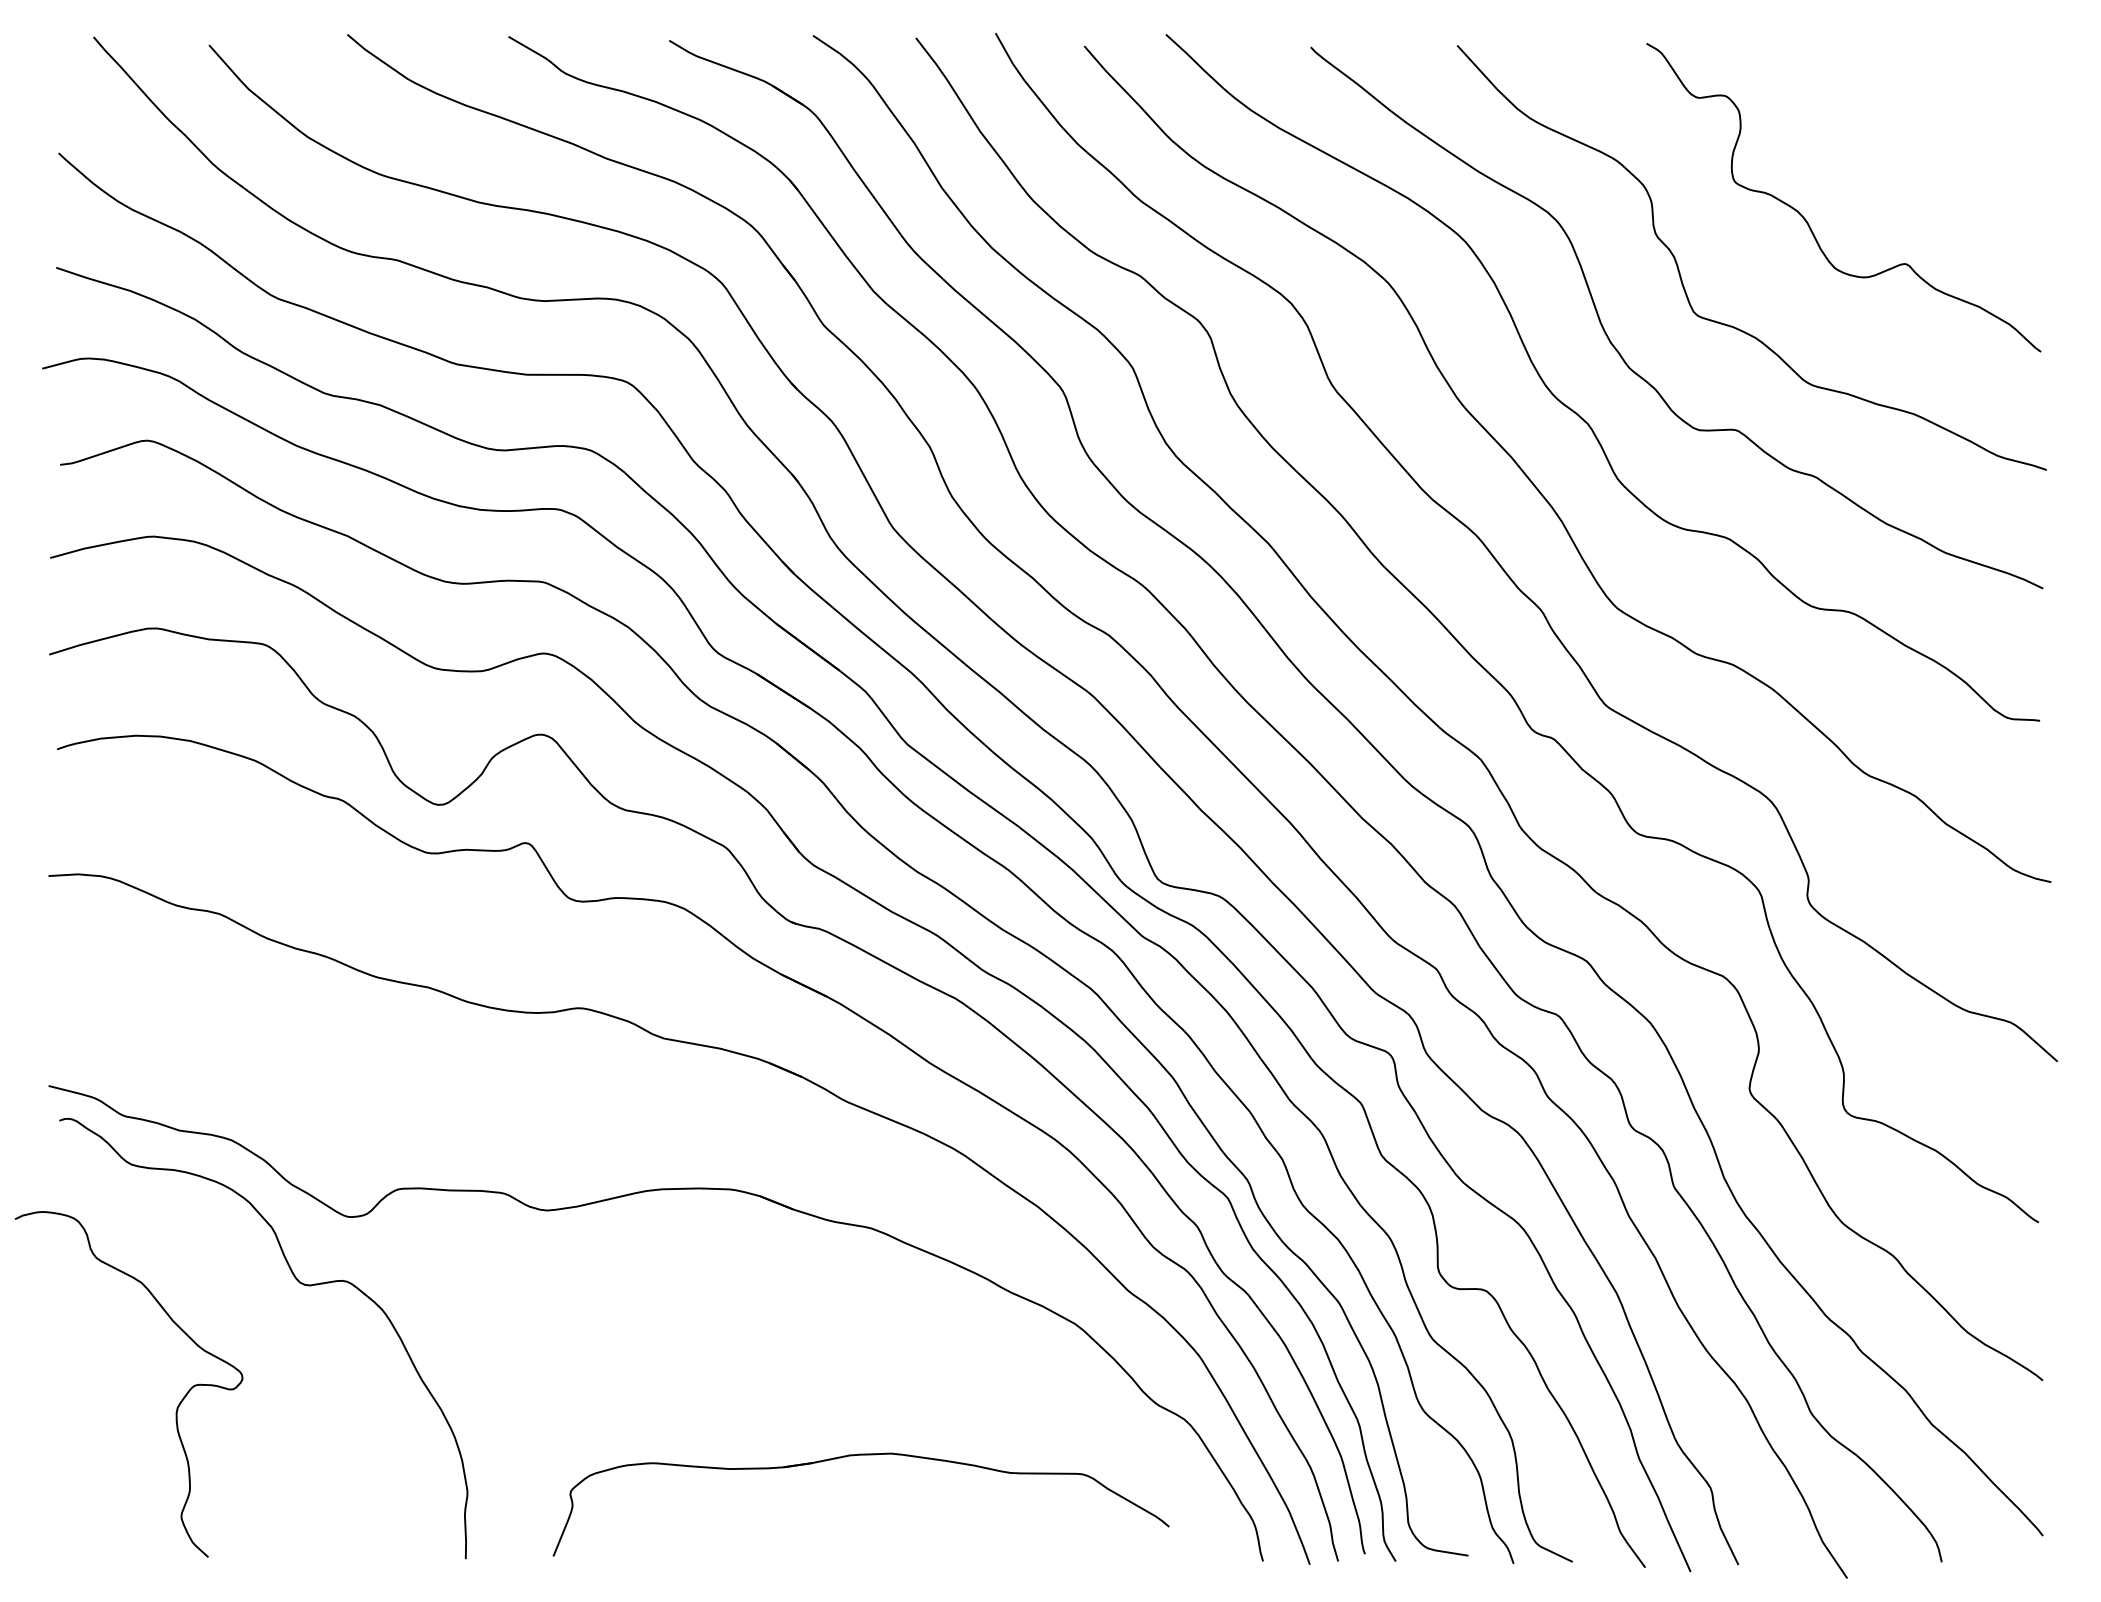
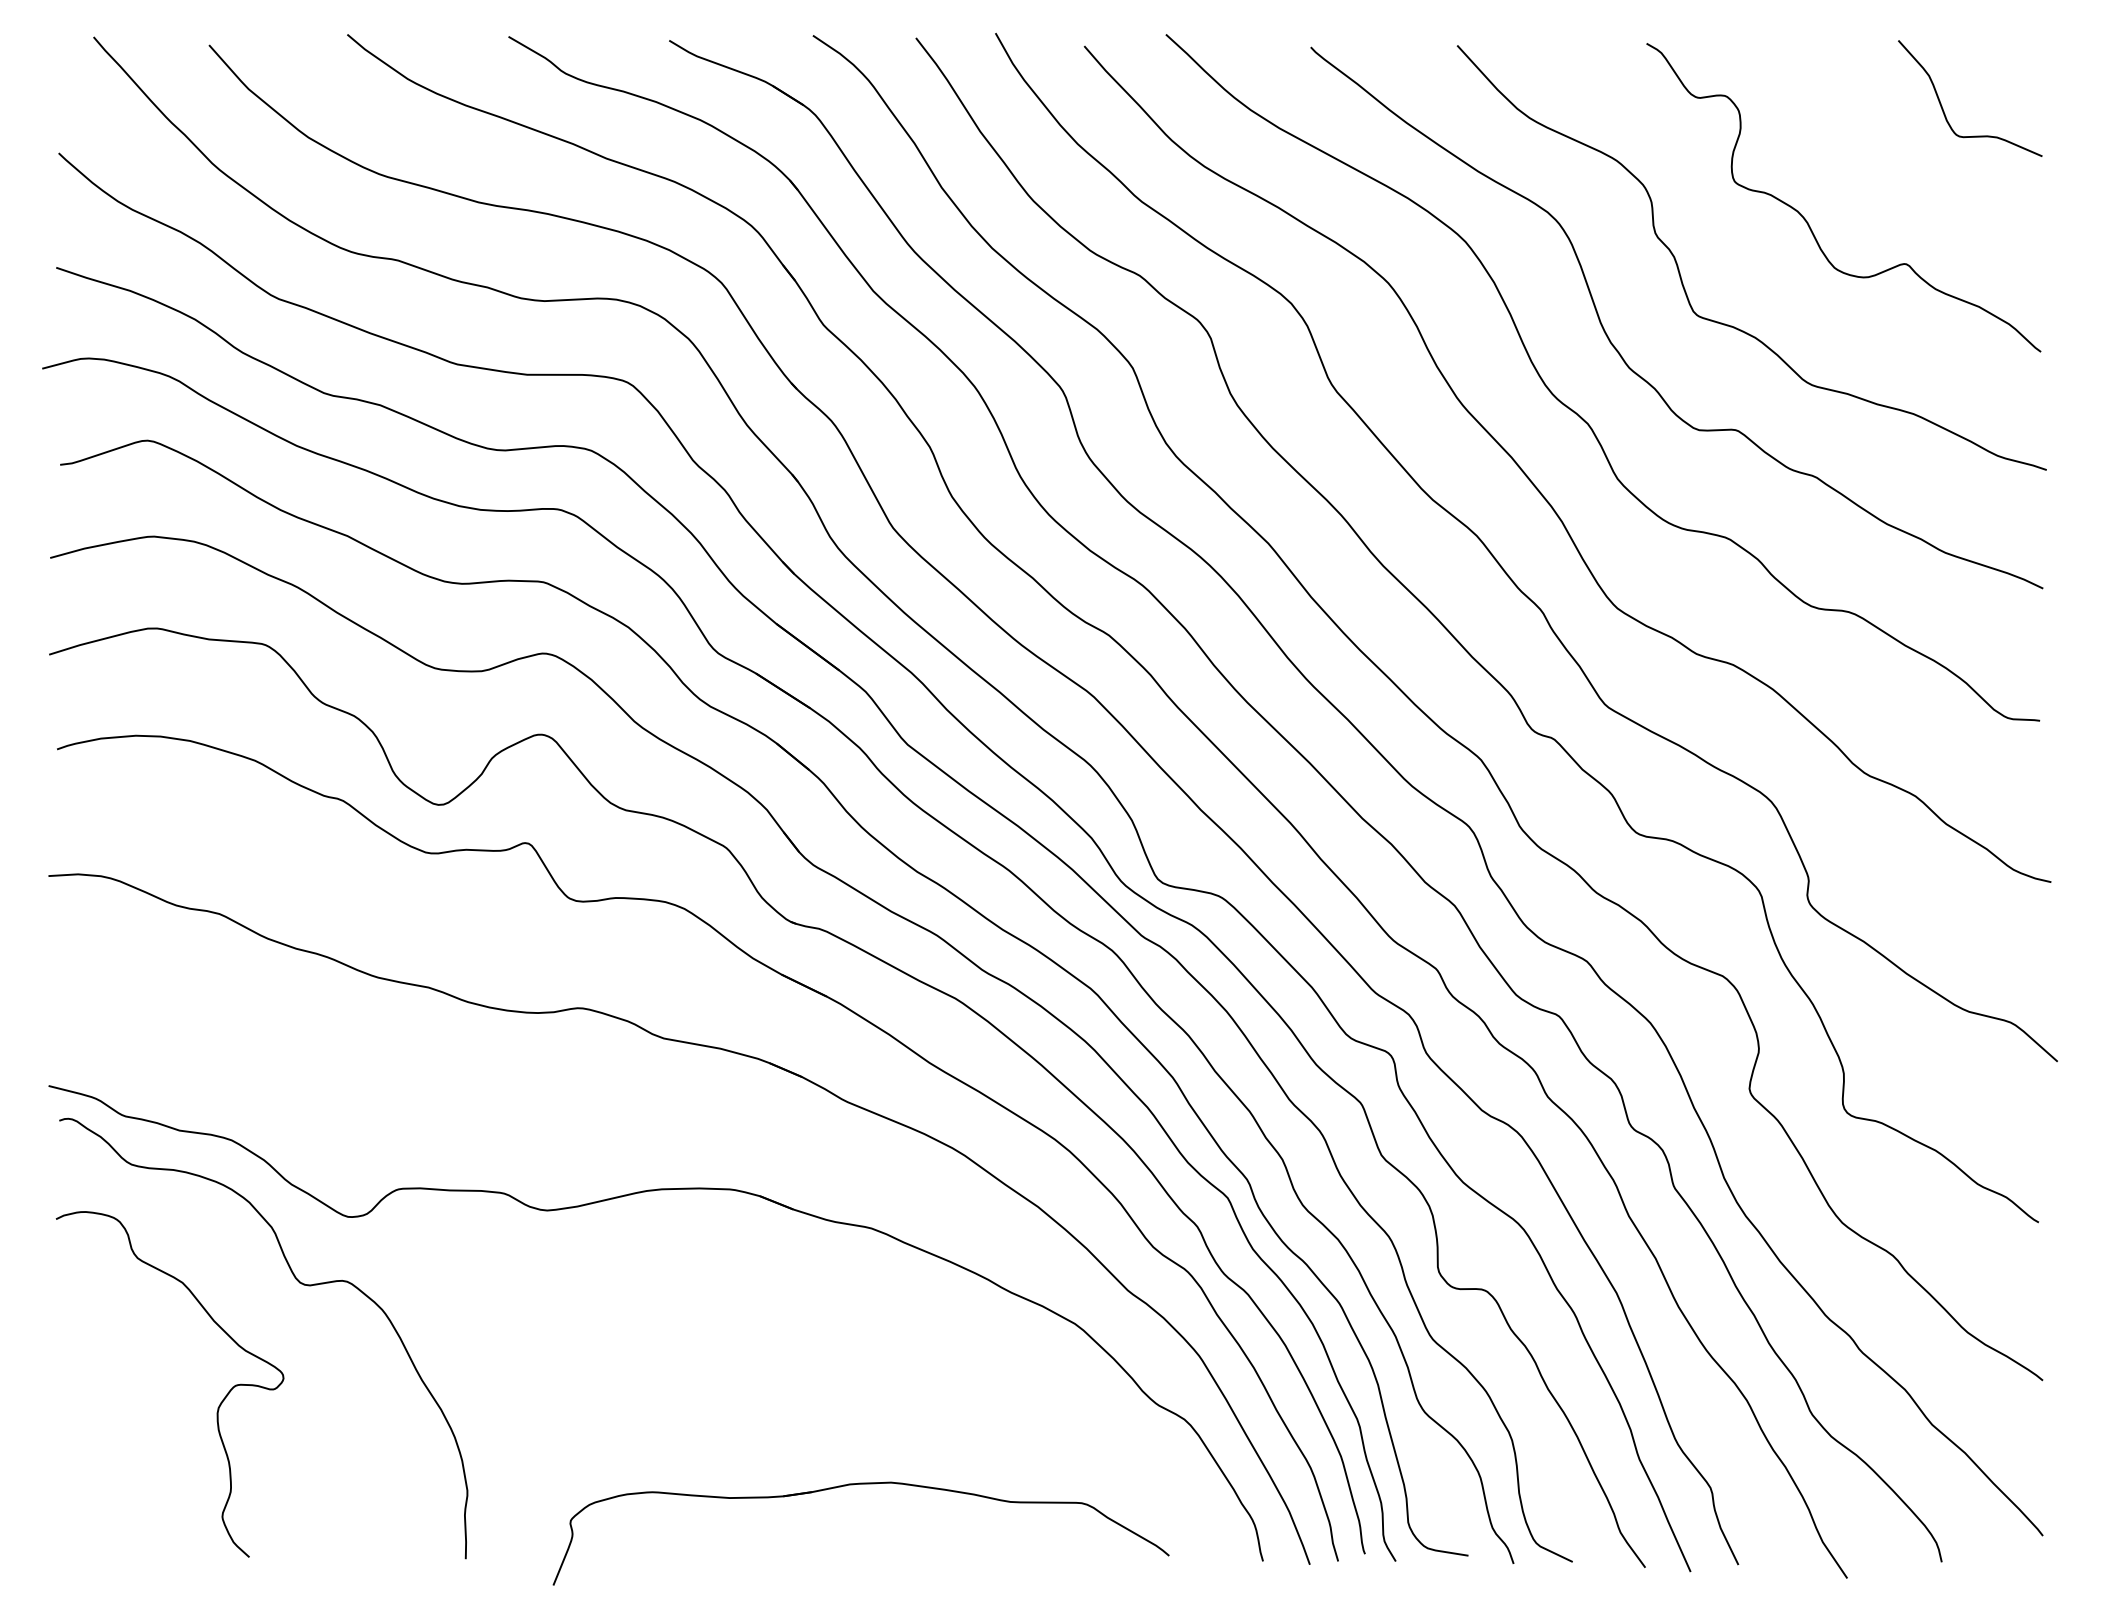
curve at (1943, 108): none -> present
curve at (176, 1407) position: (176, 1407) -> (217, 1407)
part at (853, 1456) position: (853, 1456) -> (853, 1485)
